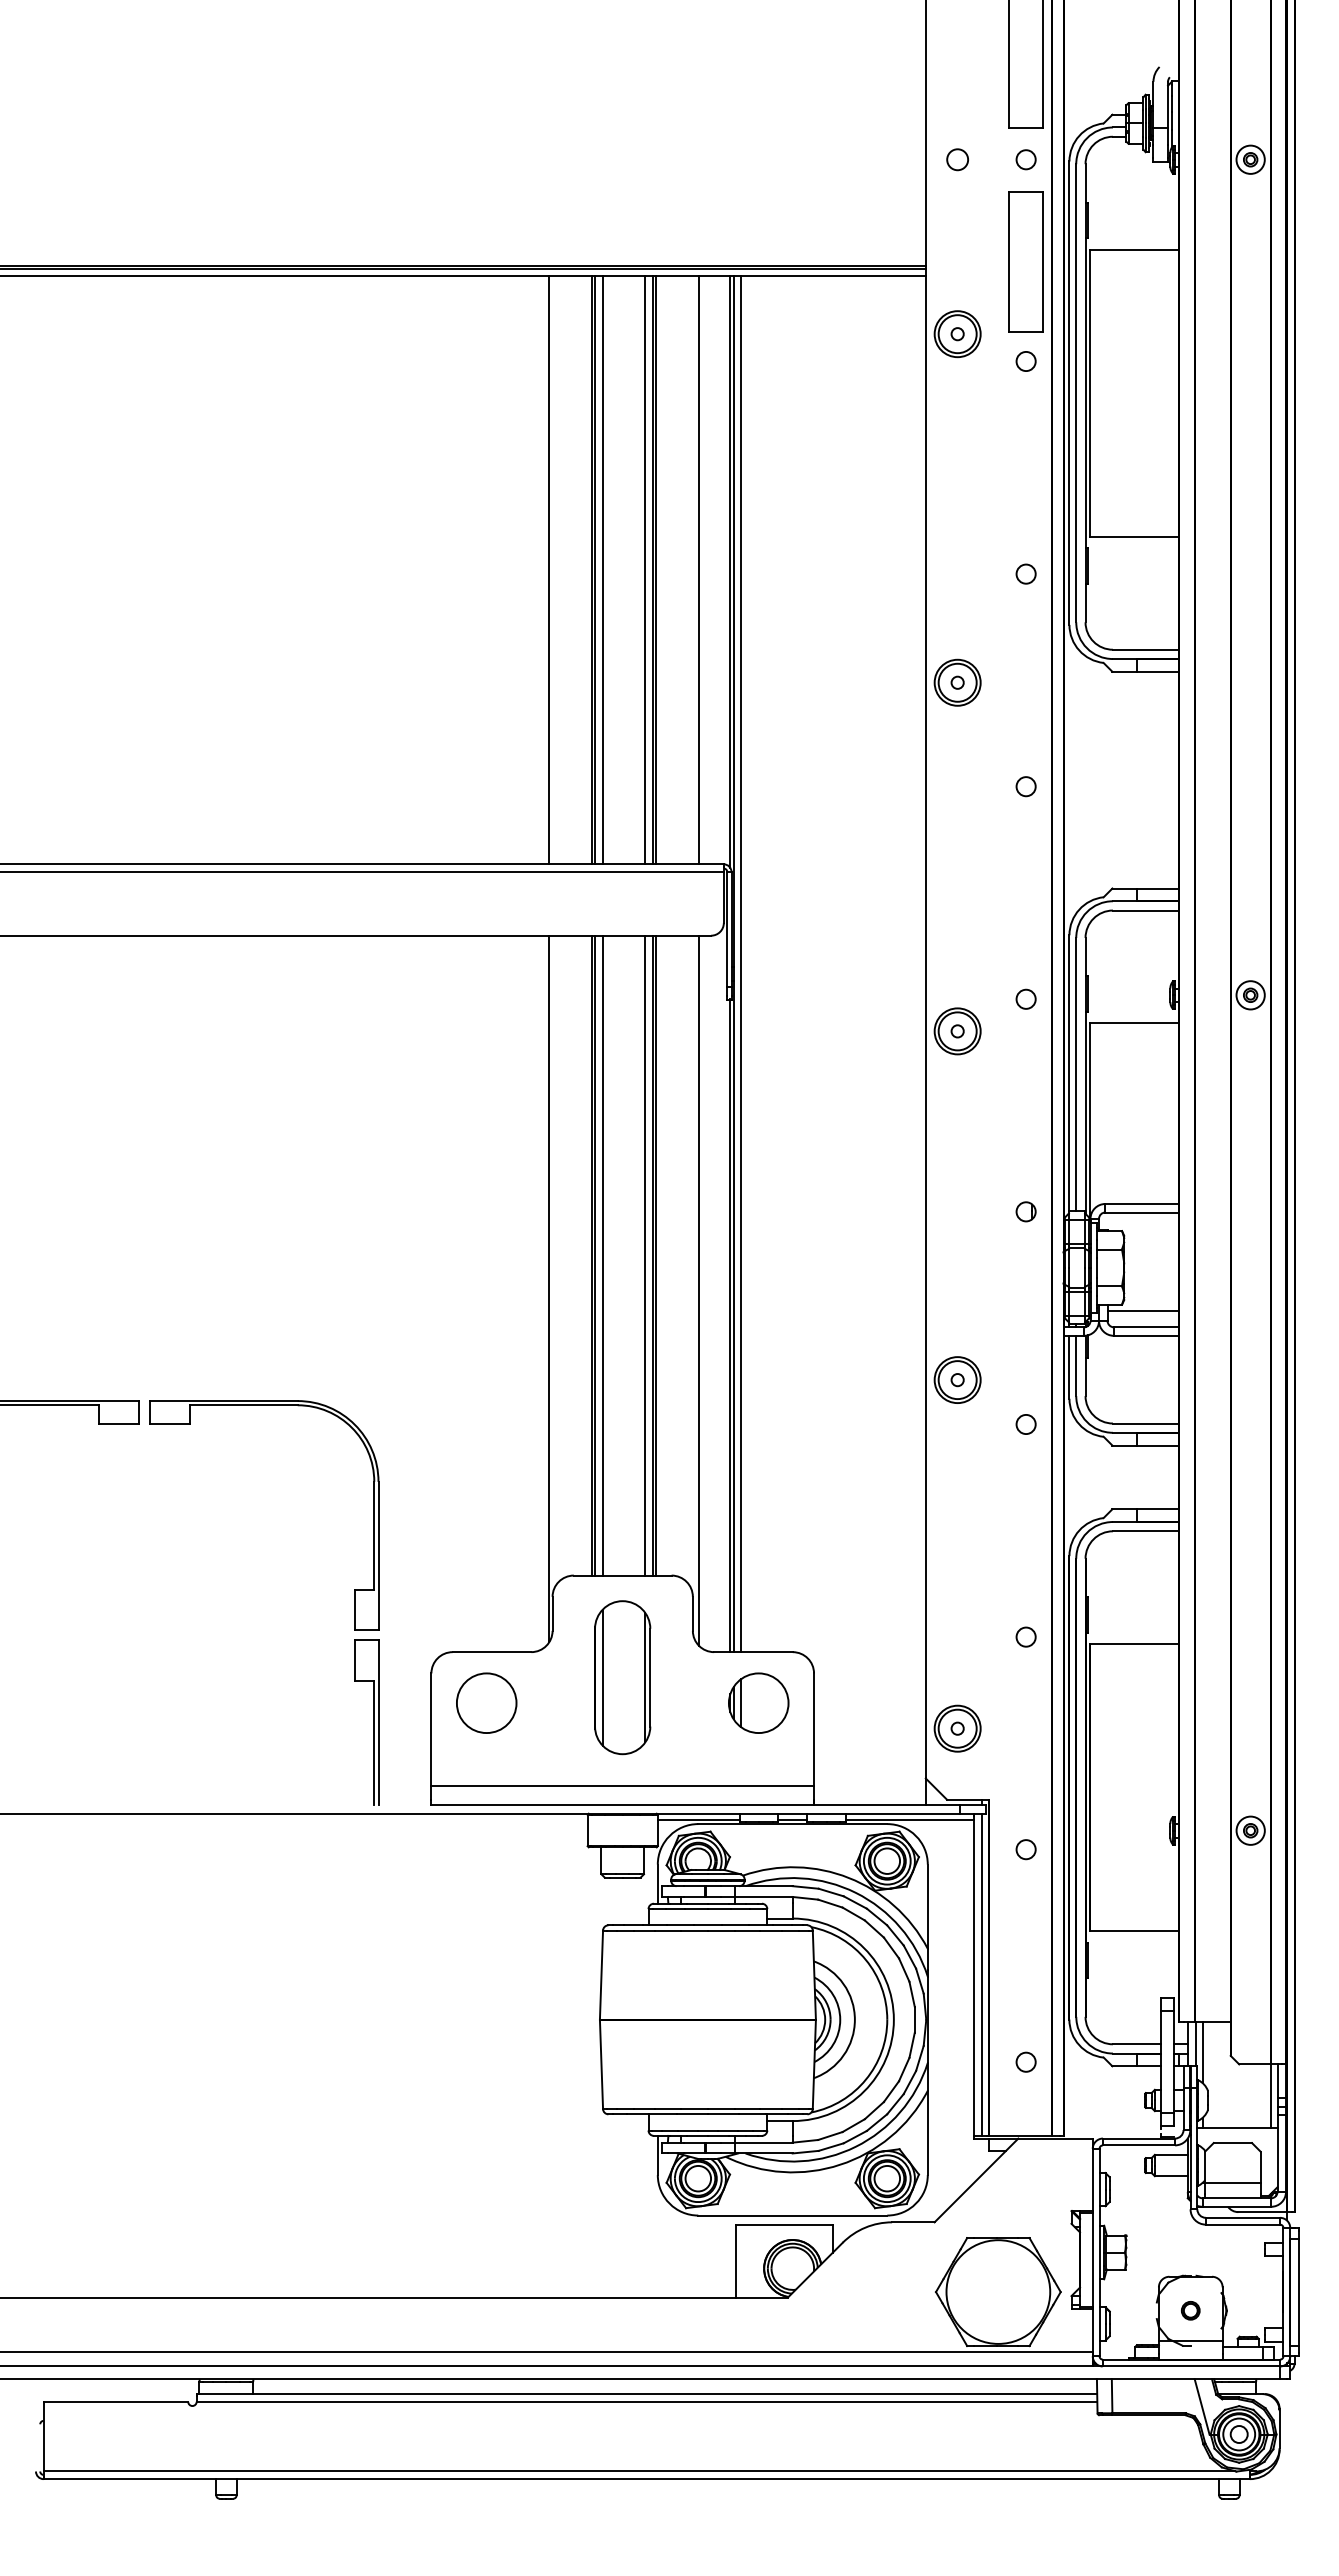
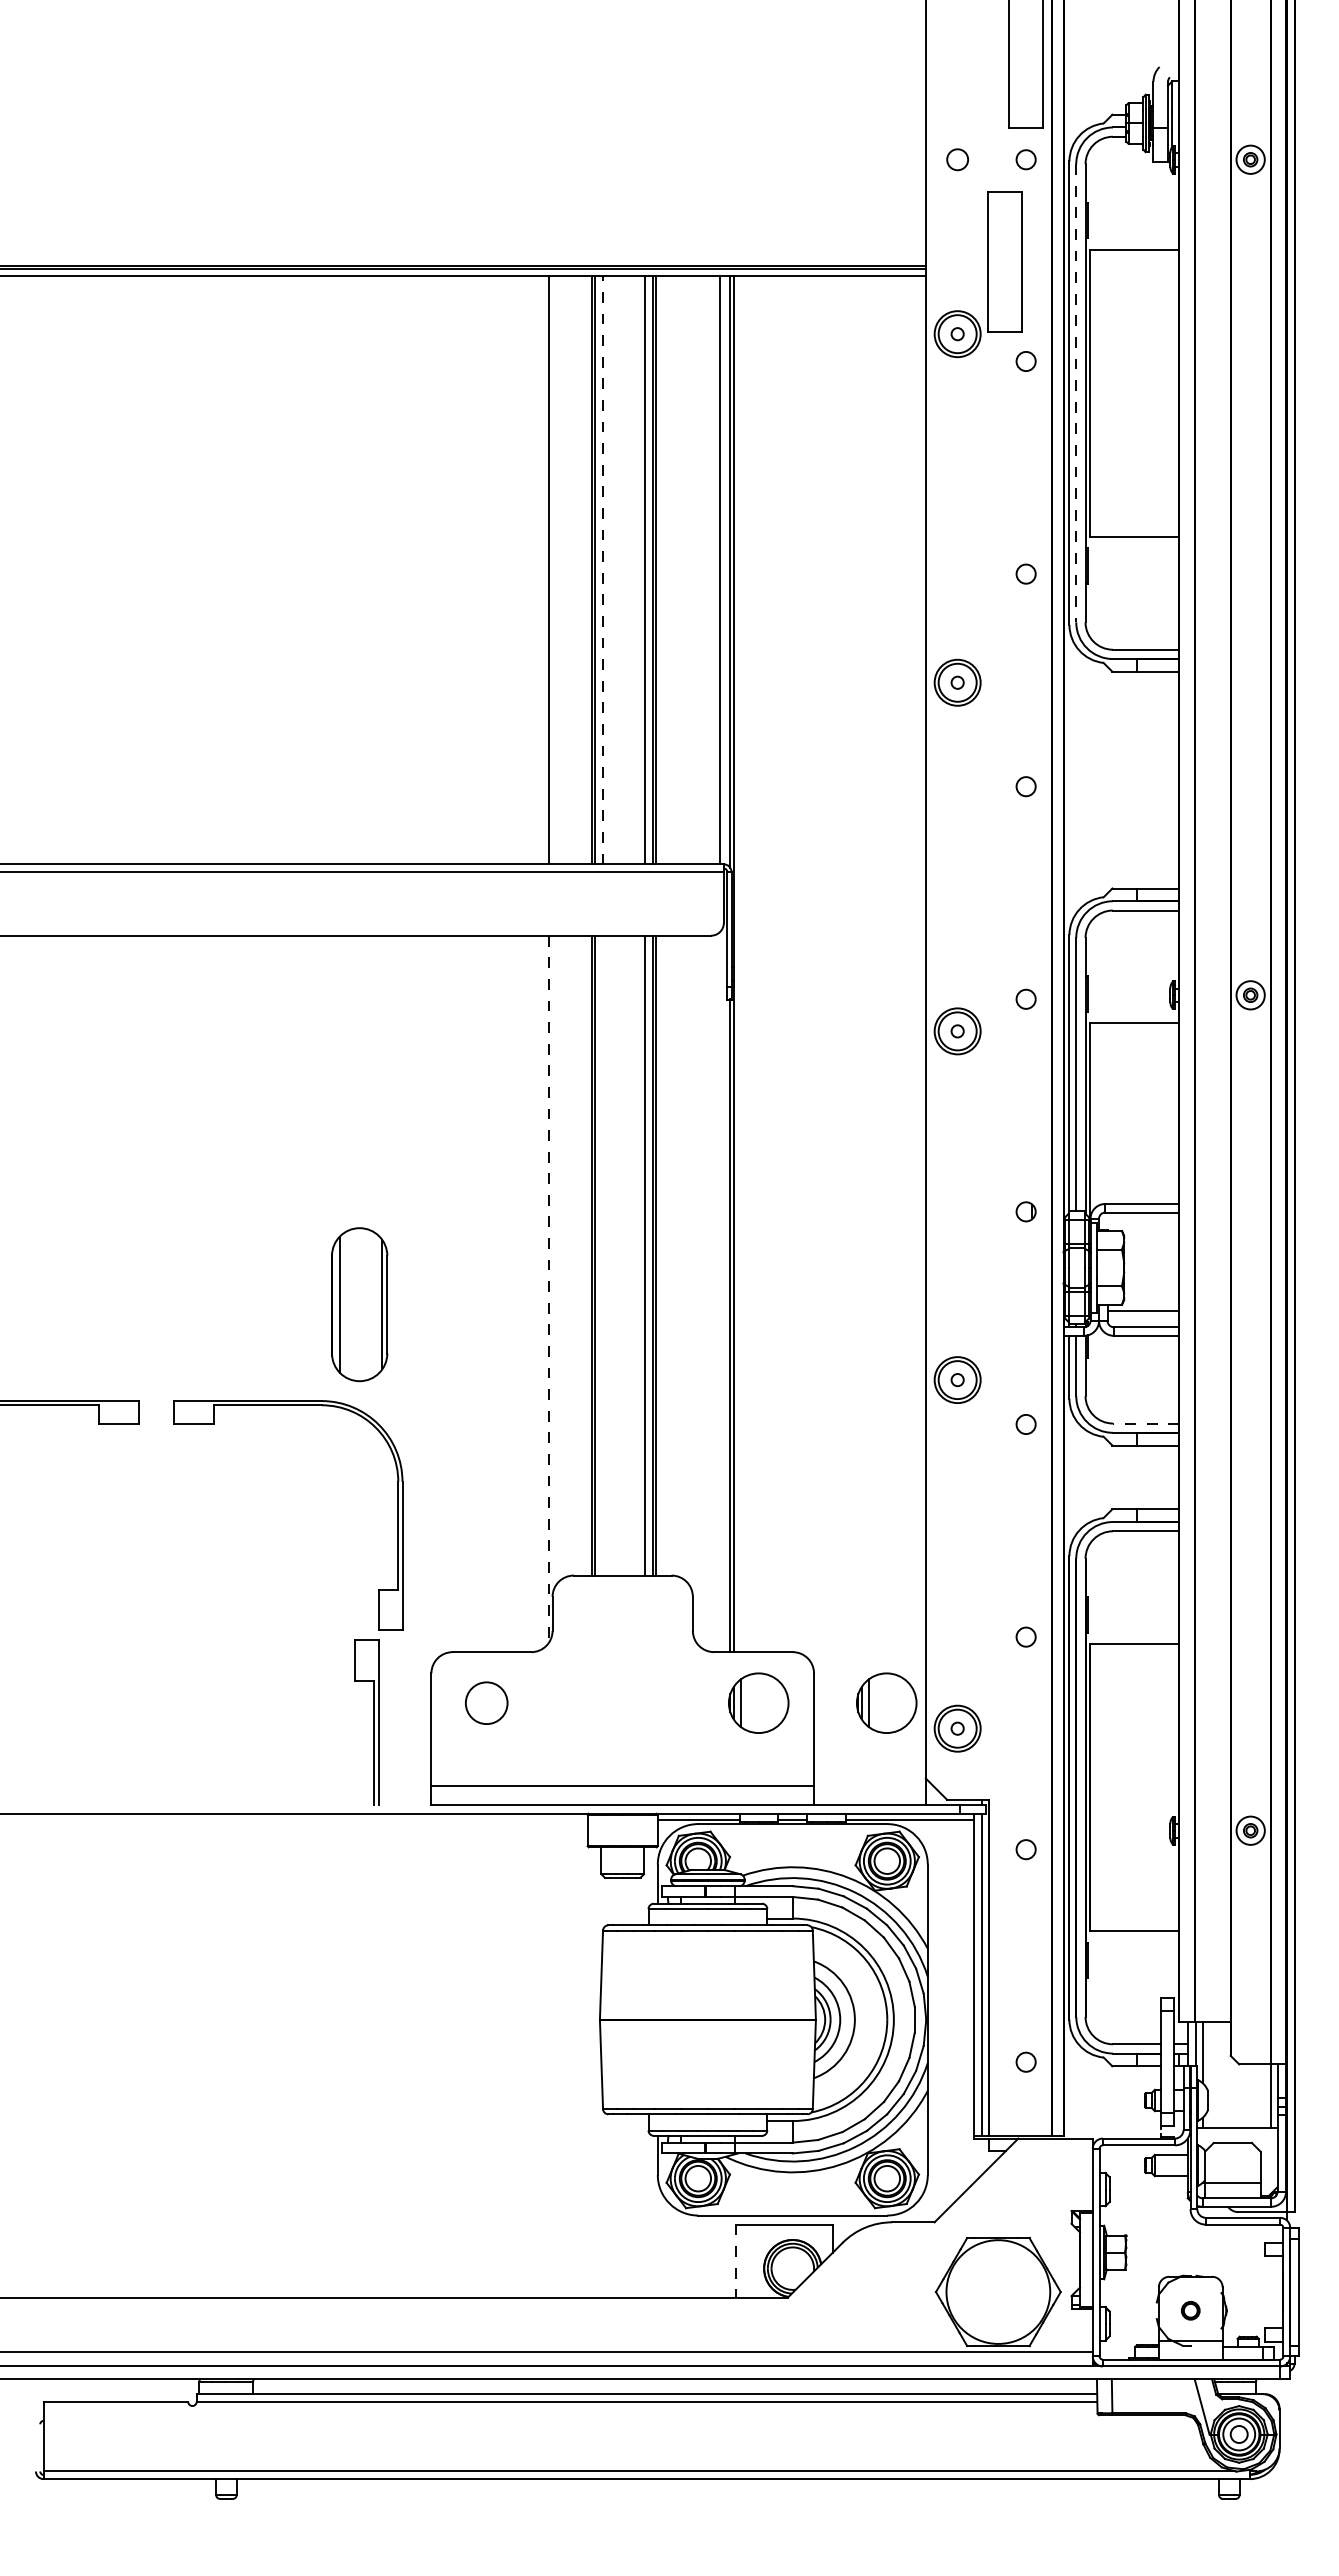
part at (1025, 261) position: (1025, 261) -> (1004, 261)
line at (1076, 393): solid -> dashed
line at (602, 569): solid -> dashed
line at (698, 570) position: (698, 570) -> (719, 570)
line at (741, 964): present -> none
line at (602, 1255): present -> none
line at (549, 1289): solid -> dashed
line at (698, 1290): present -> none
line at (1145, 1423): solid -> dashed
part at (373, 1515) position: (373, 1515) -> (397, 1515)
part at (622, 1677) position: (622, 1677) -> (359, 1304)
part at (886, 1702): none -> present
circle at (486, 1703) diameter: 60 px -> 42 px
line at (735, 2261): solid -> dashed
